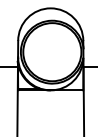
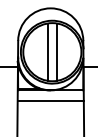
line at (47, 51): none -> present
line at (57, 51): none -> present
line at (50, 101): none -> present
